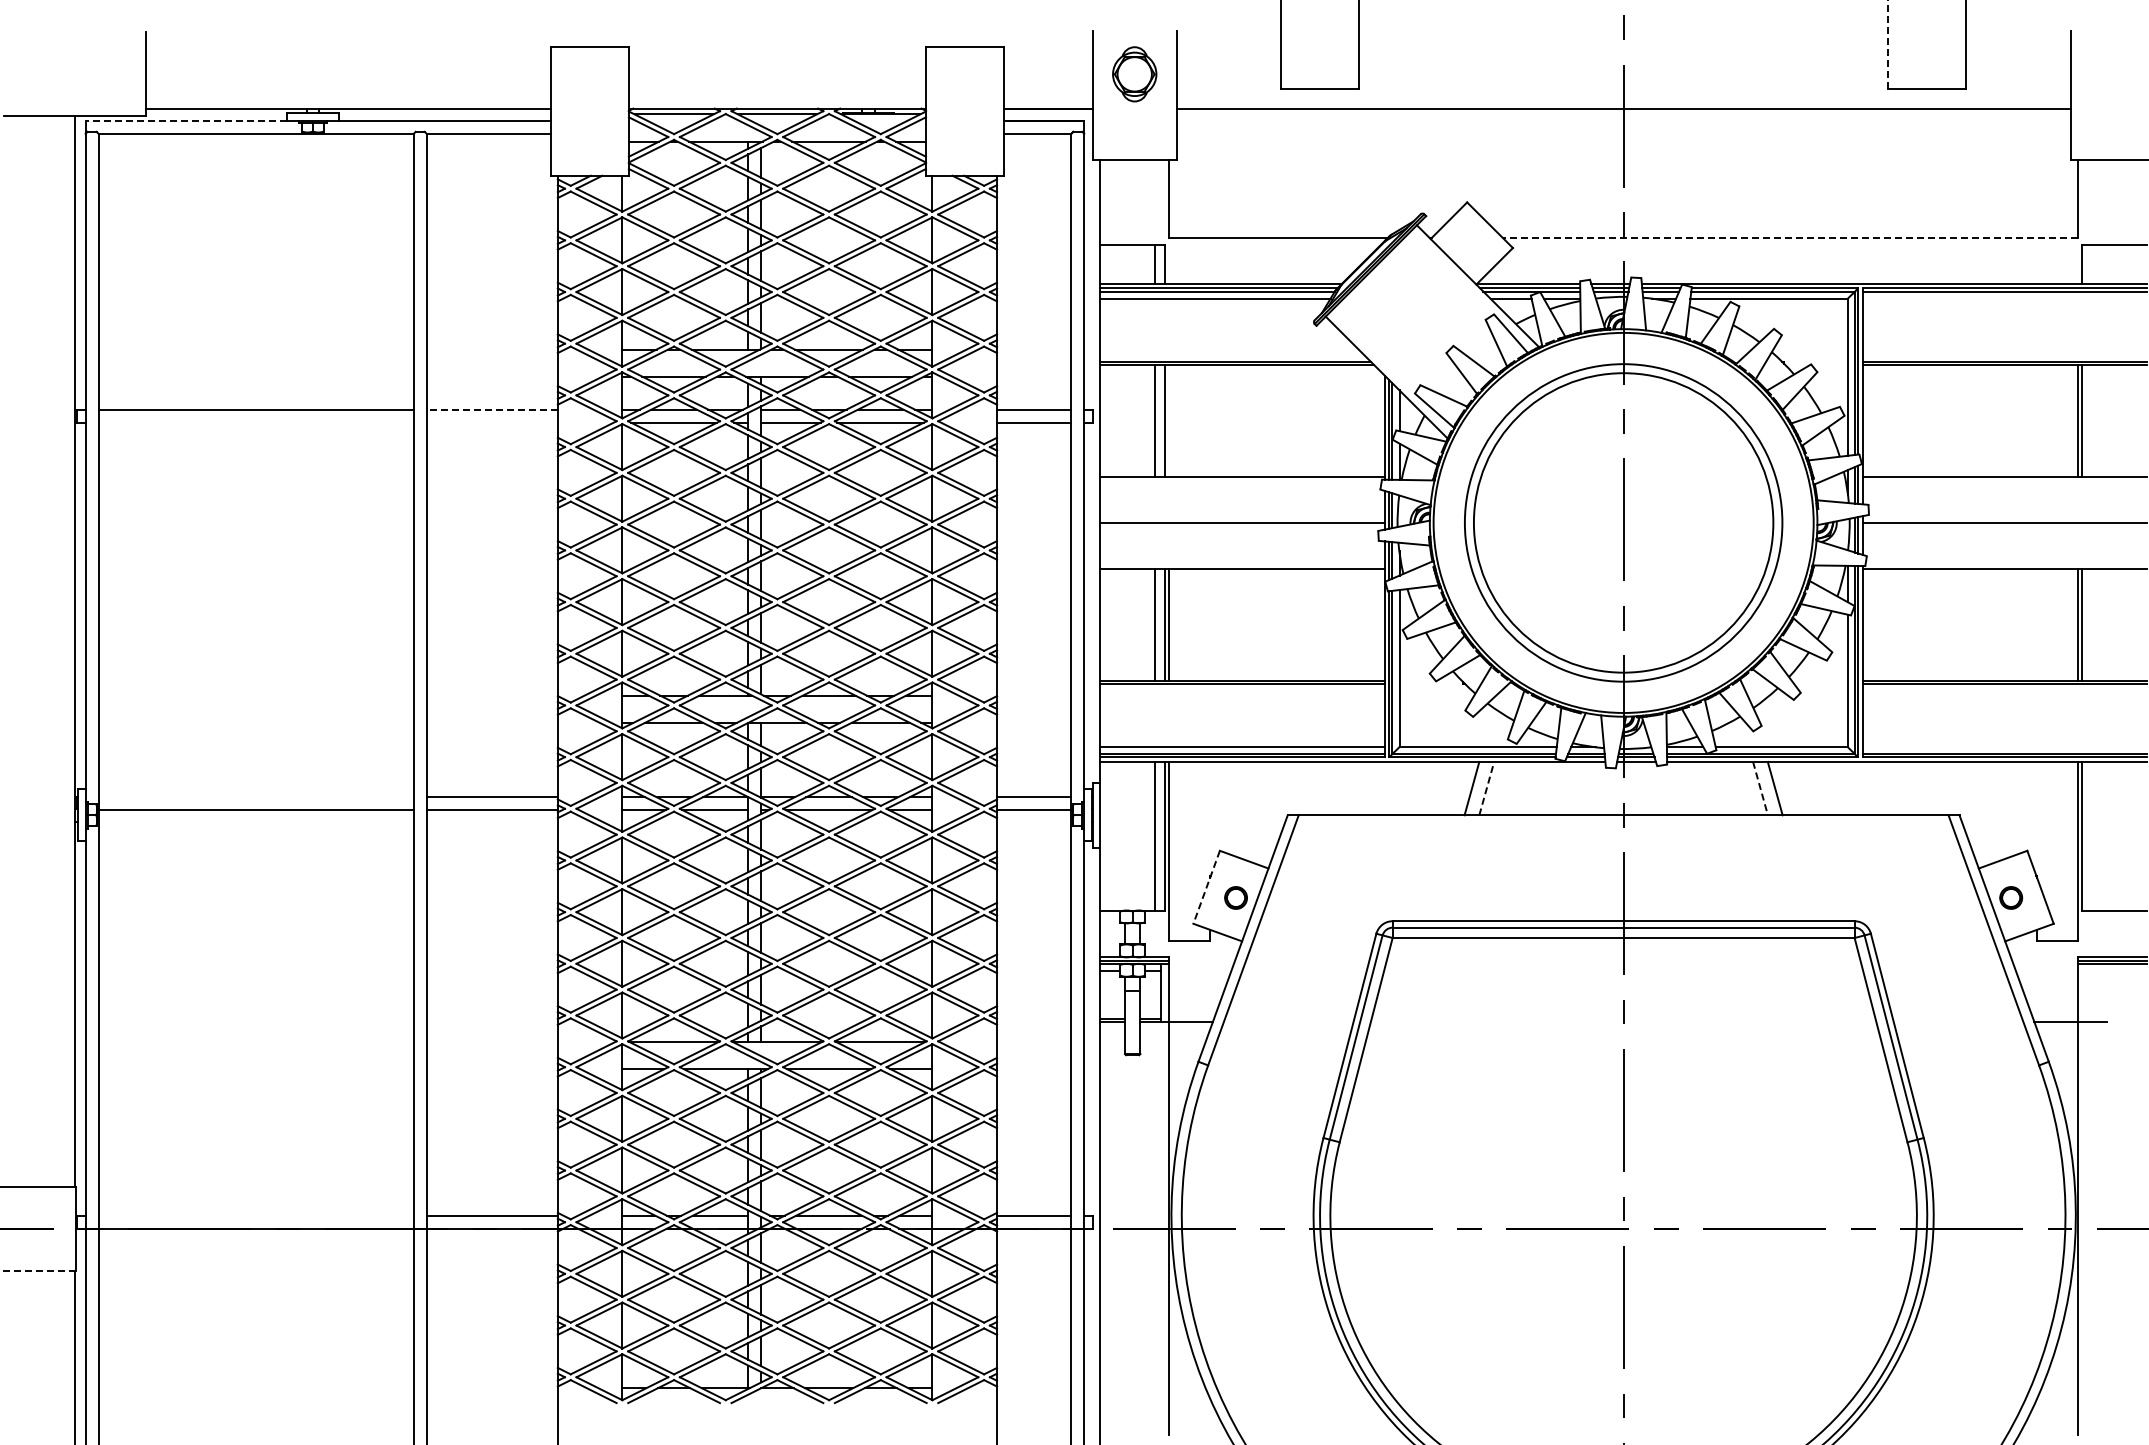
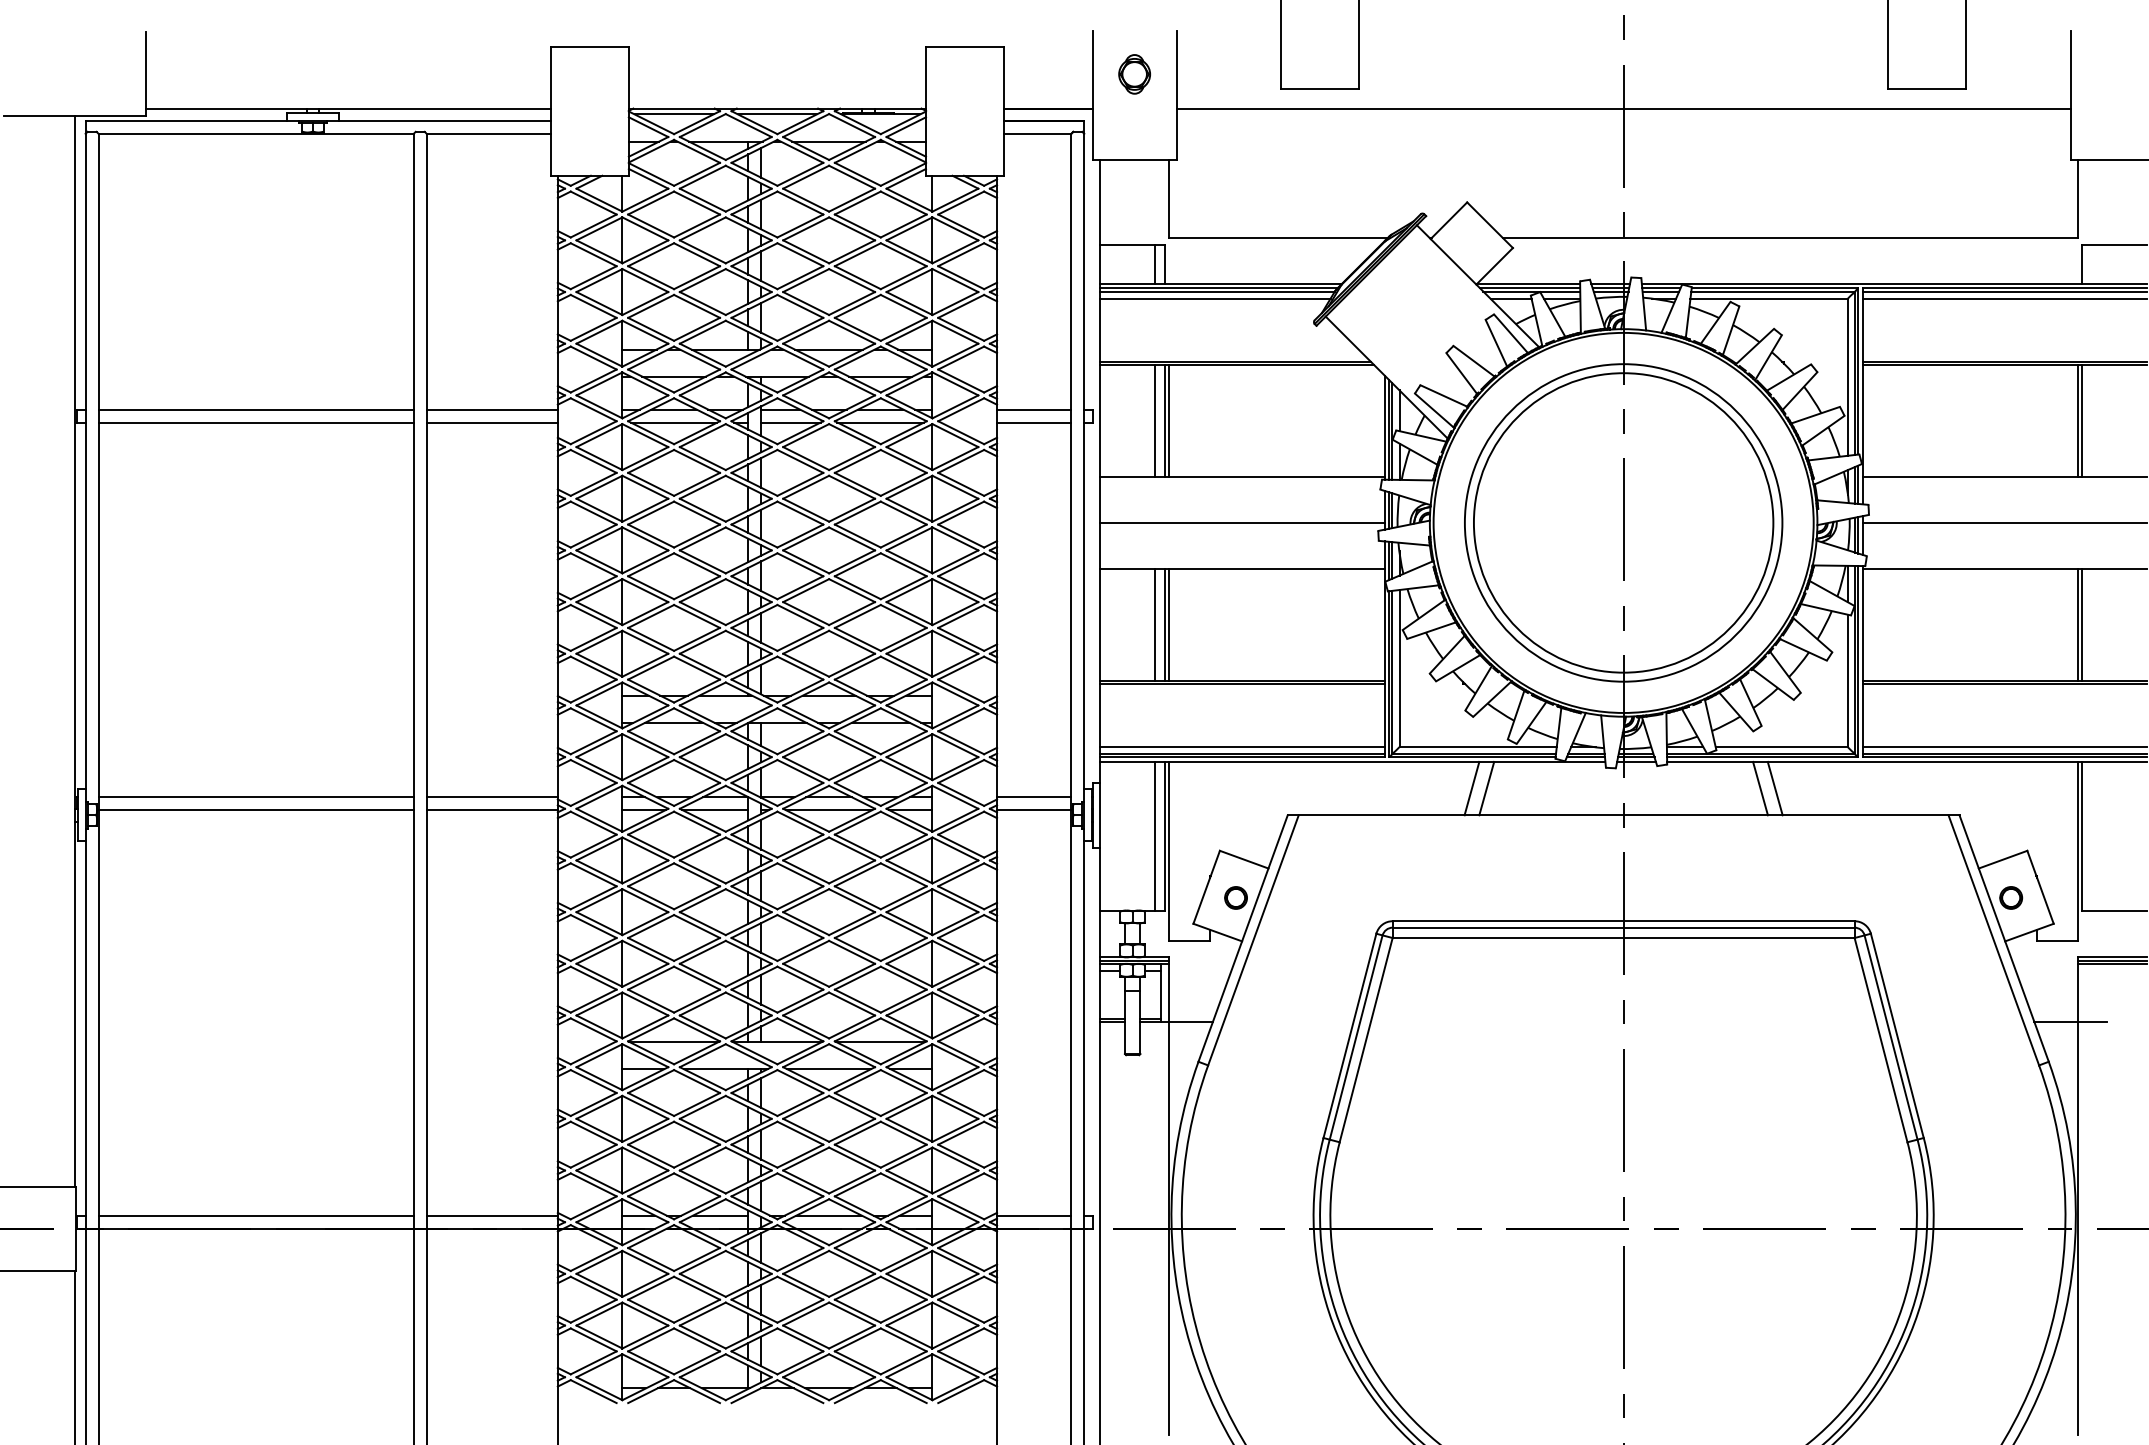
line at (1888, 44): dashed -> solid
part at (1134, 74) size: 46x57 px -> 33x41 px
line at (186, 120): dashed -> solid
line at (1790, 237): dashed -> solid
line at (2003, 298): none -> present
line at (492, 409): dashed -> solid
line at (1168, 421): none -> present
line at (255, 422): none -> present
line at (491, 422): none -> present
line at (2003, 747): none -> present
line at (1486, 788): dashed -> solid
line at (1760, 788): dashed -> solid
line at (255, 797): none -> present
line at (1206, 887): dashed -> solid
line at (255, 1215): none -> present
line at (38, 1270): dashed -> solid
